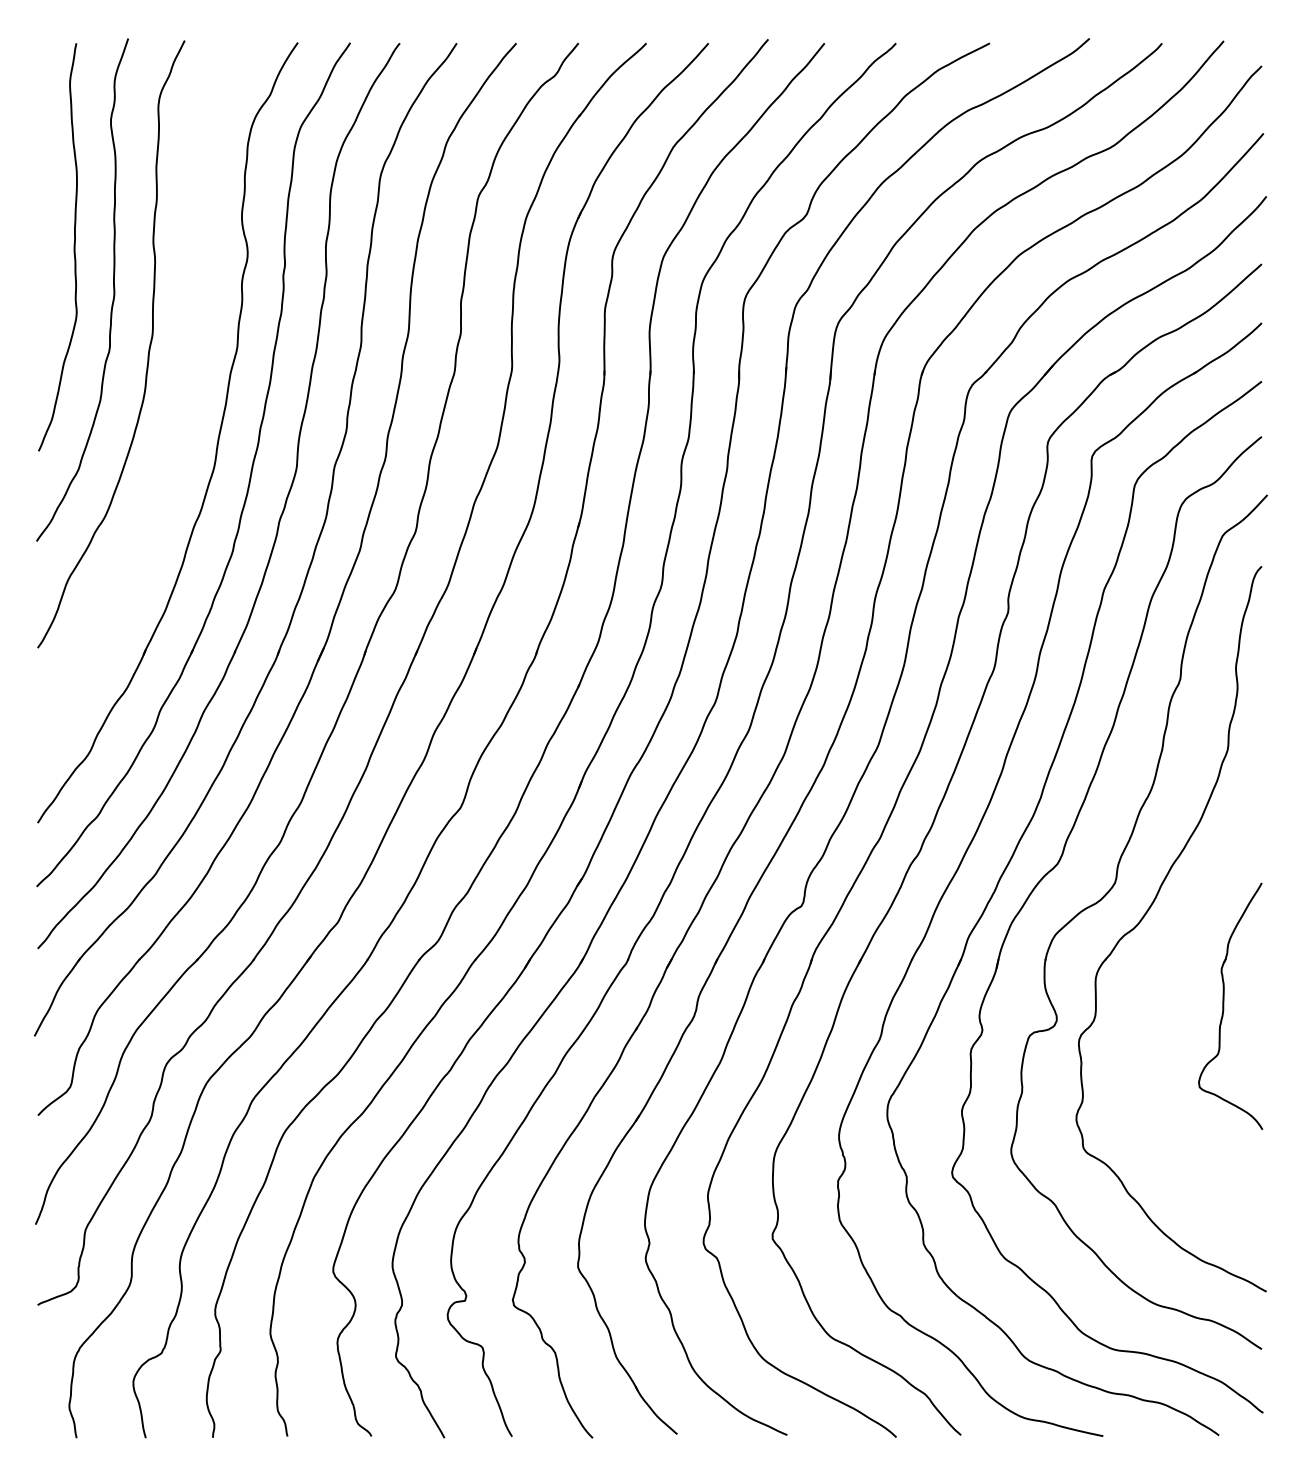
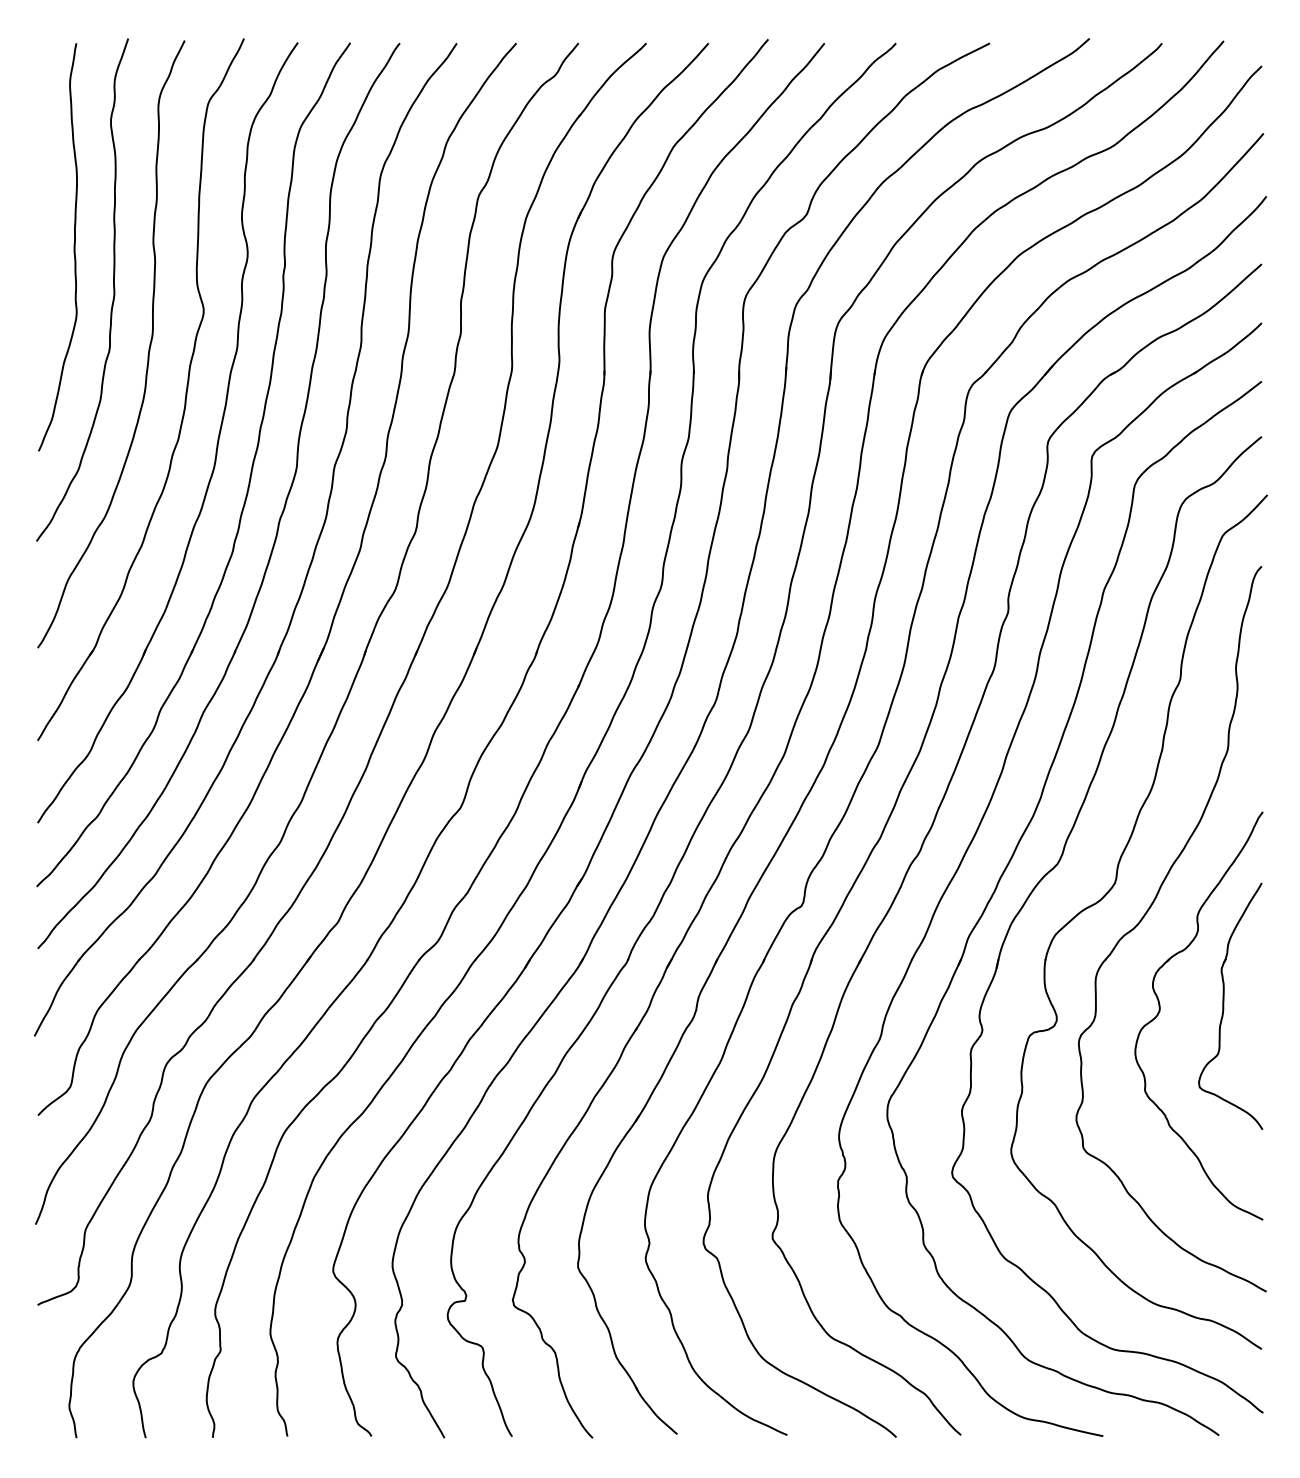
part at (185, 391): none -> present
part at (1160, 1011): none -> present
